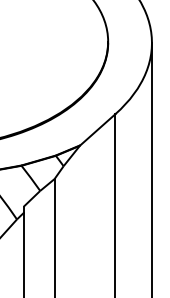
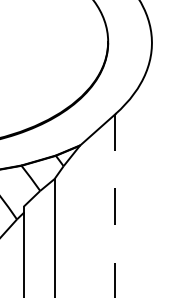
line at (152, 168): present -> none
line at (115, 206): solid -> dashed
